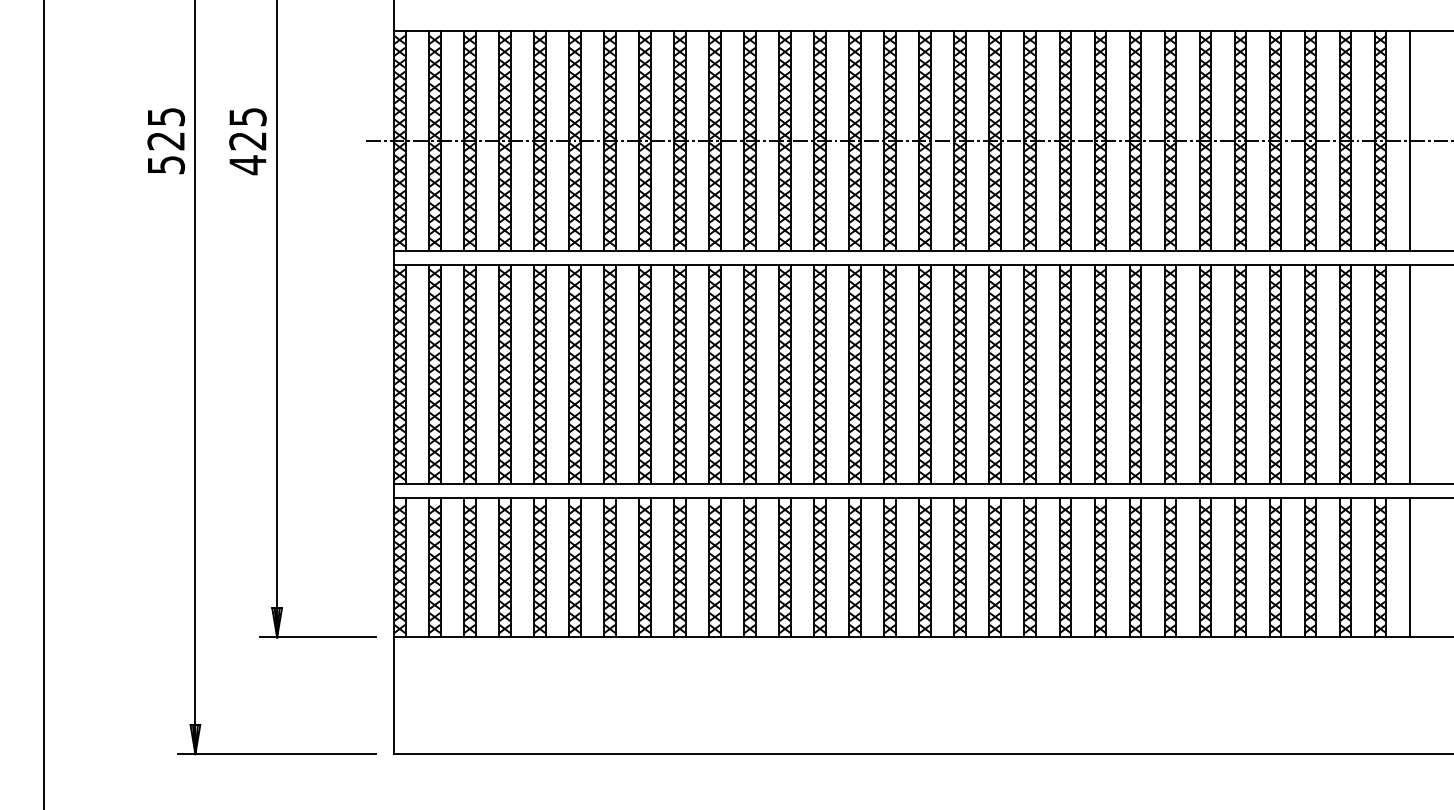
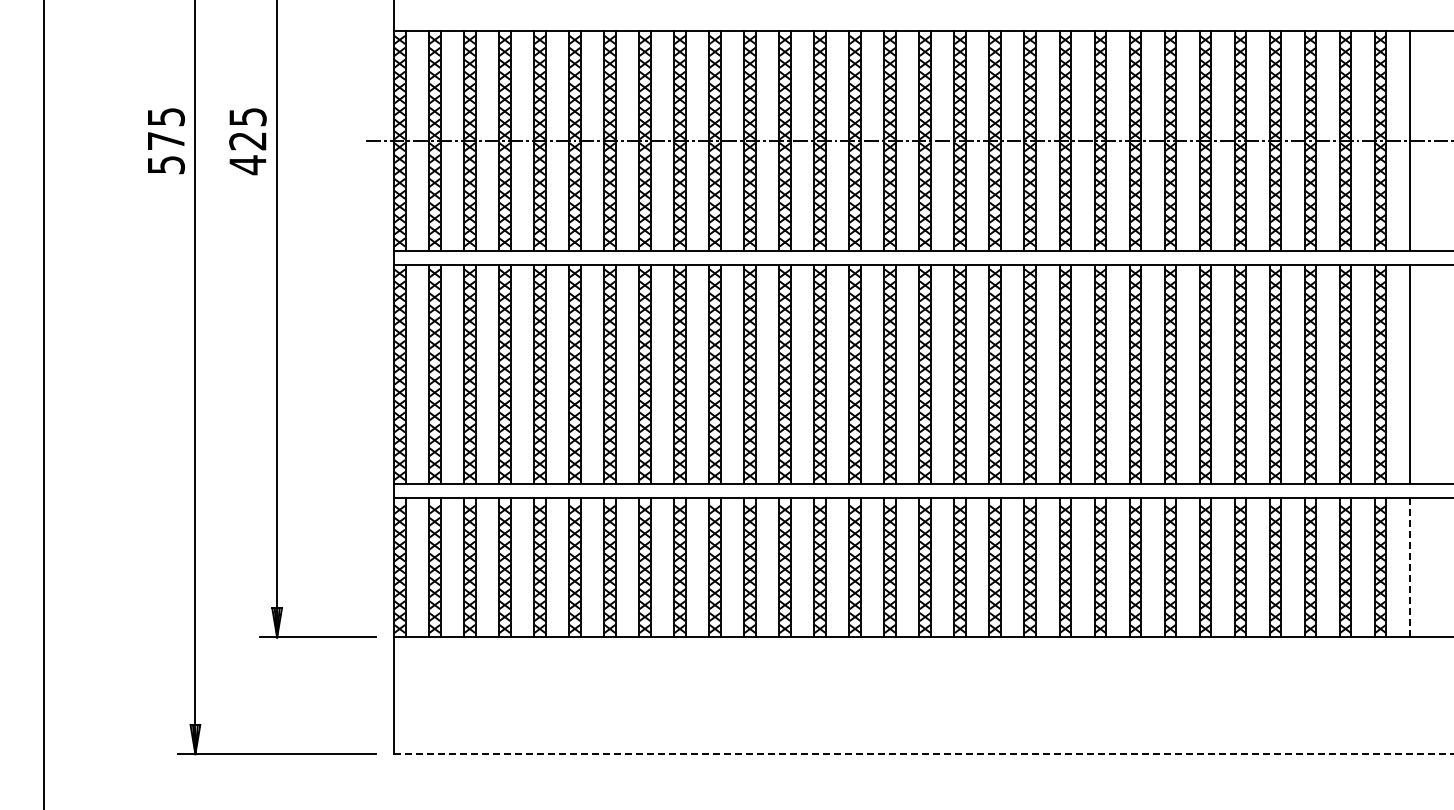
text at (165, 141): 525 -> 575
line at (1409, 567): solid -> dashed
line at (923, 754): solid -> dashed
